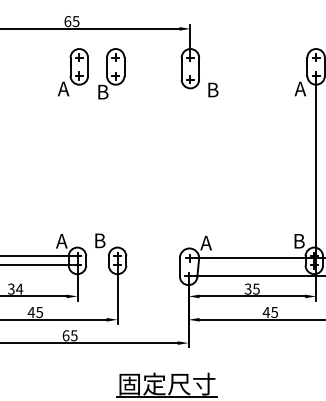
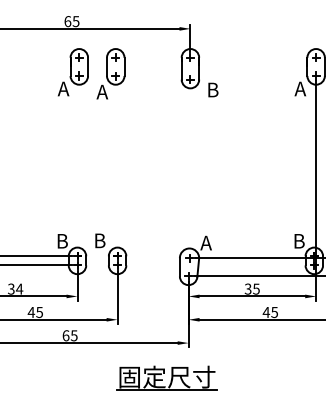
text at (102, 91): B -> A
text at (61, 241): A -> B
part at (166, 384) position: (166, 384) -> (166, 377)
